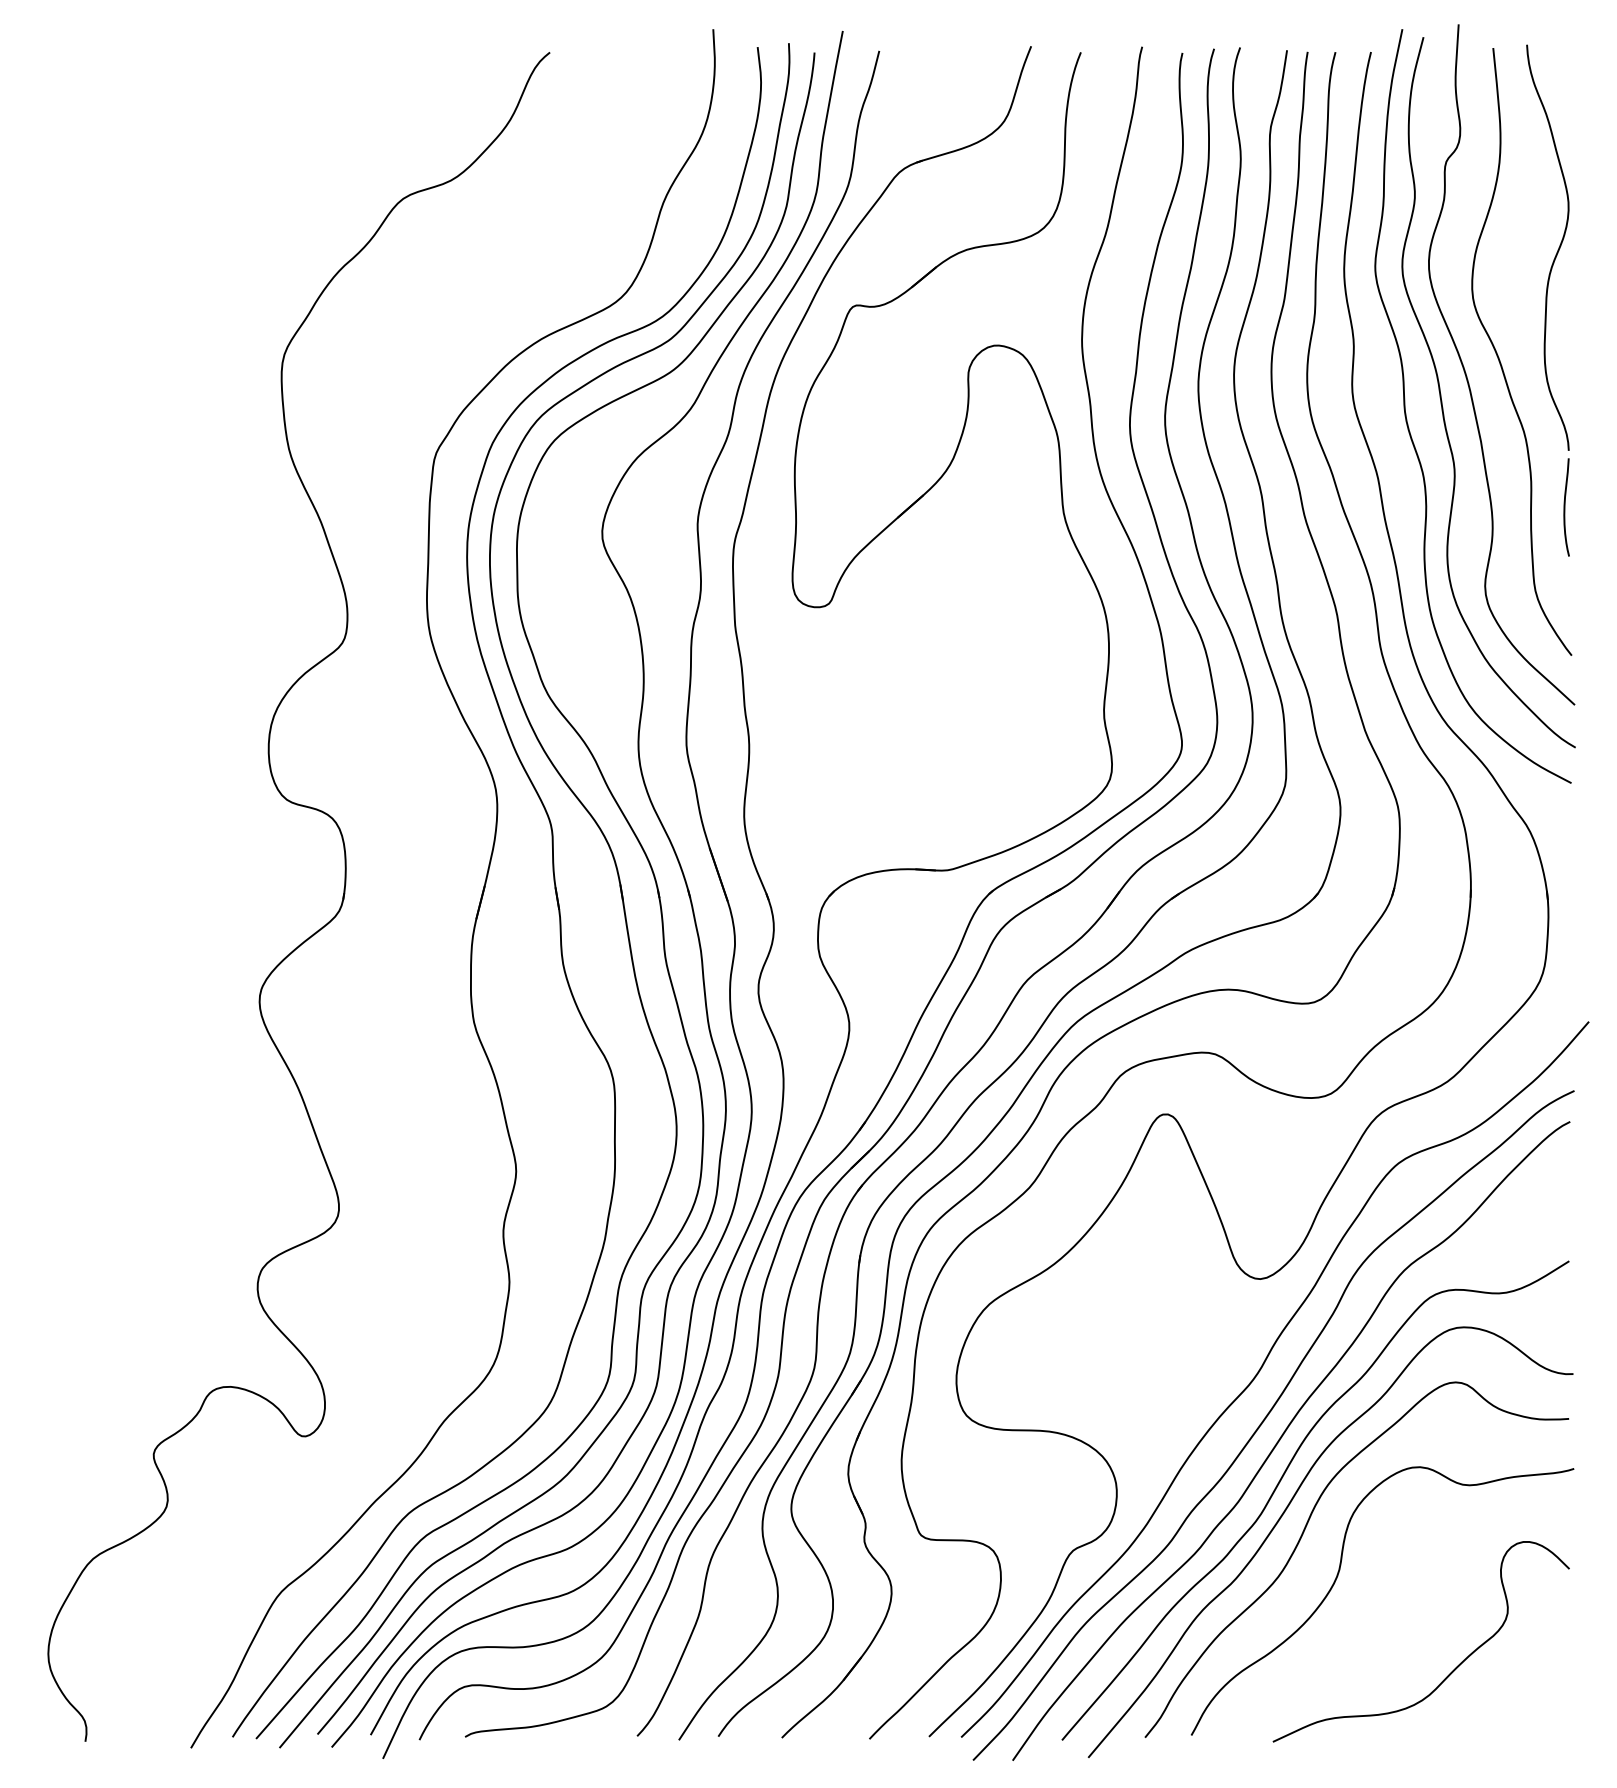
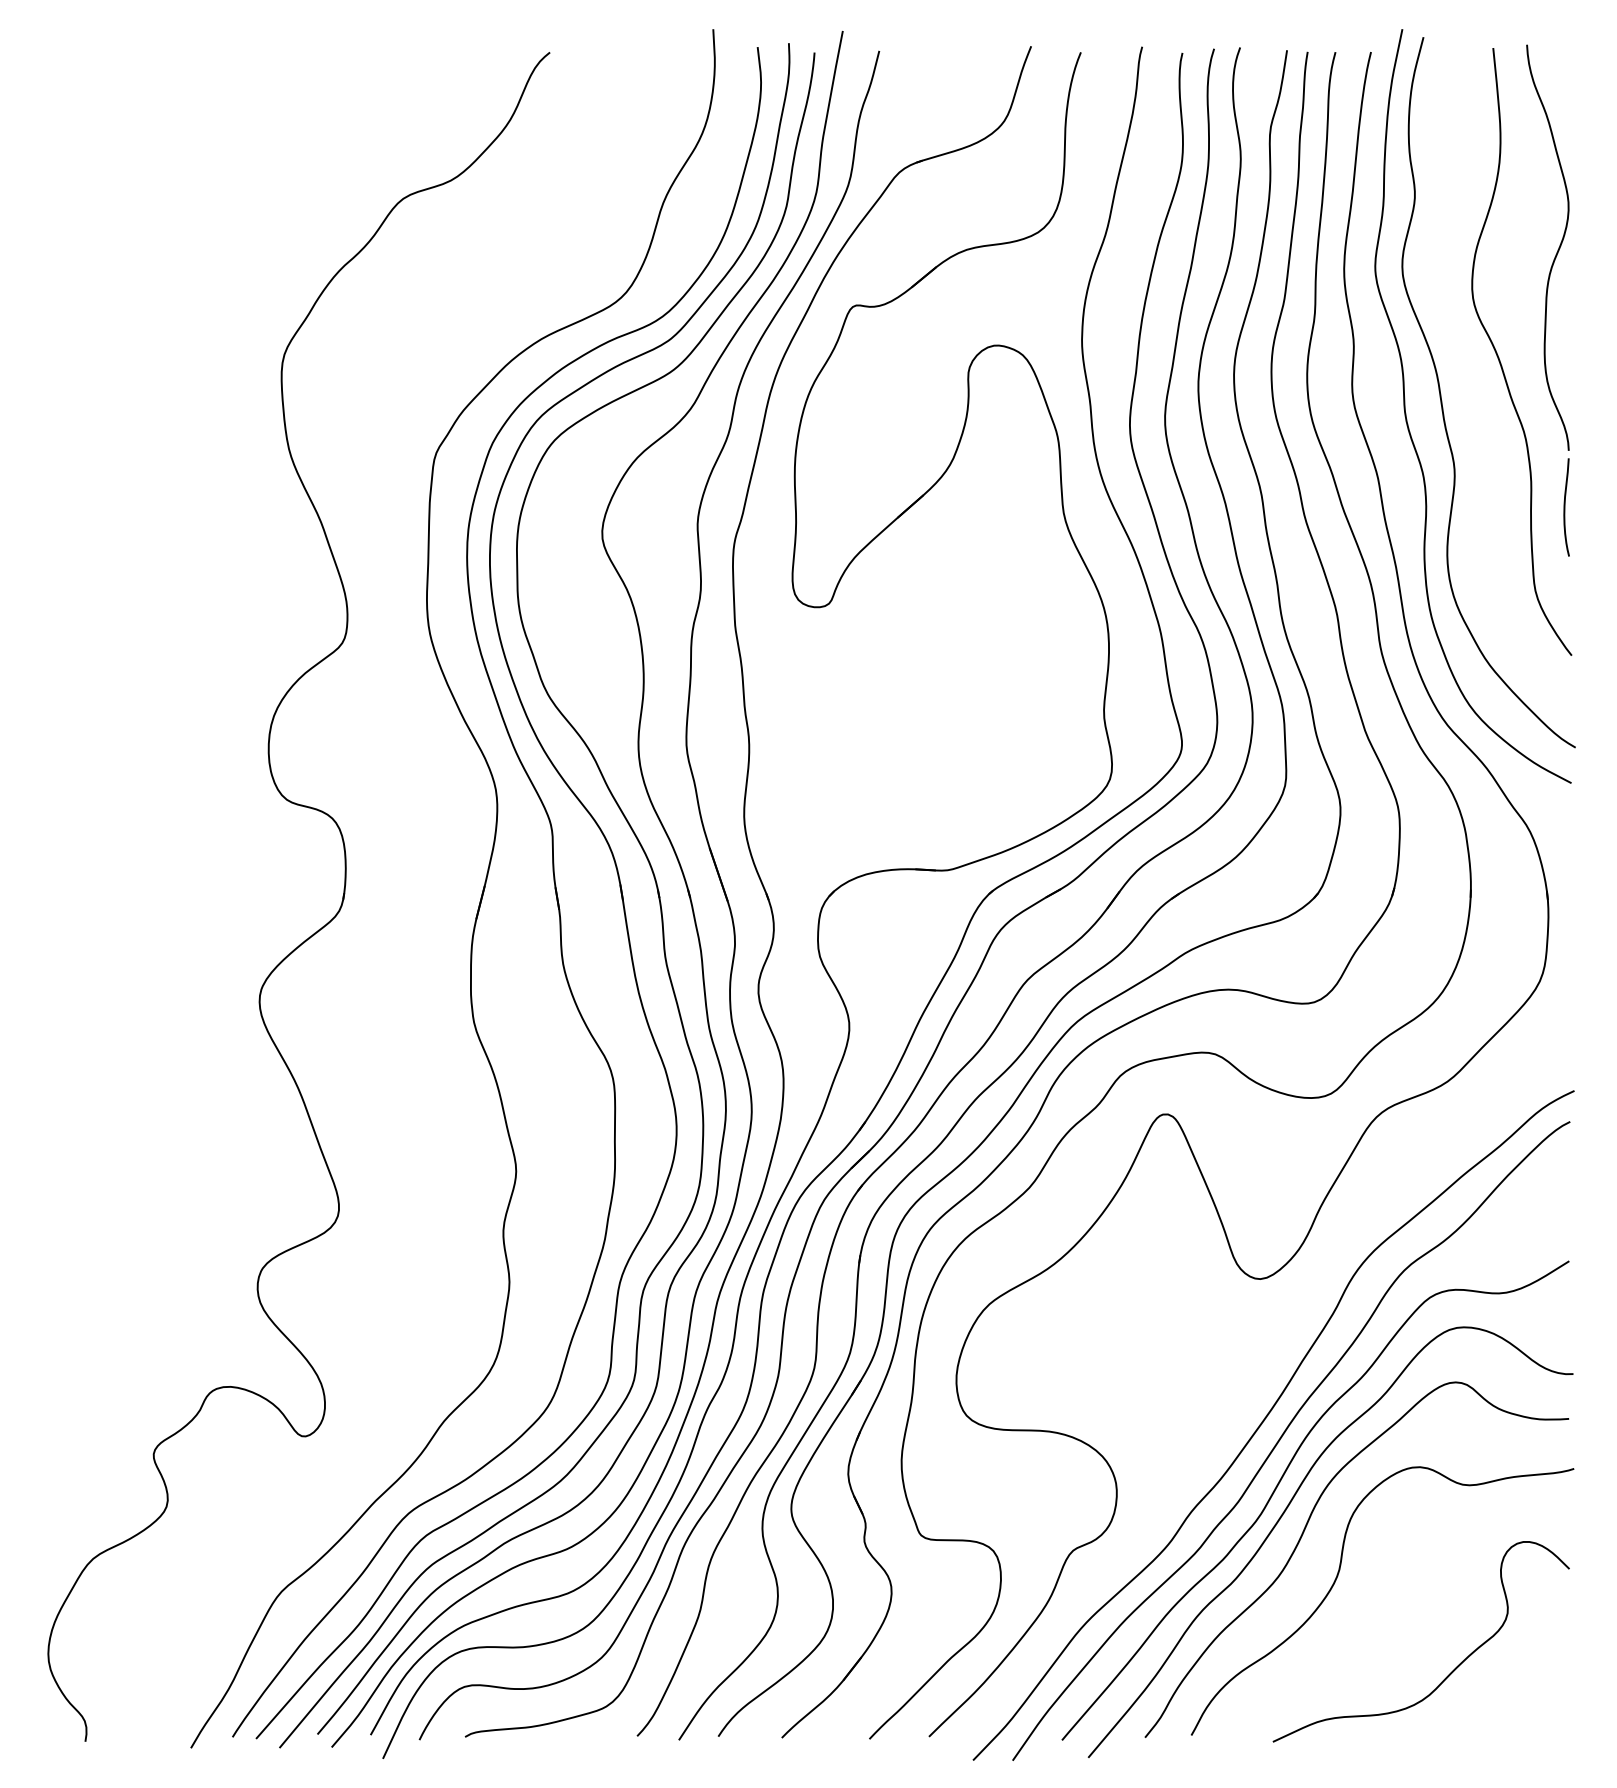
curve at (1467, 376): present -> none
curve at (1260, 1371): present -> none
